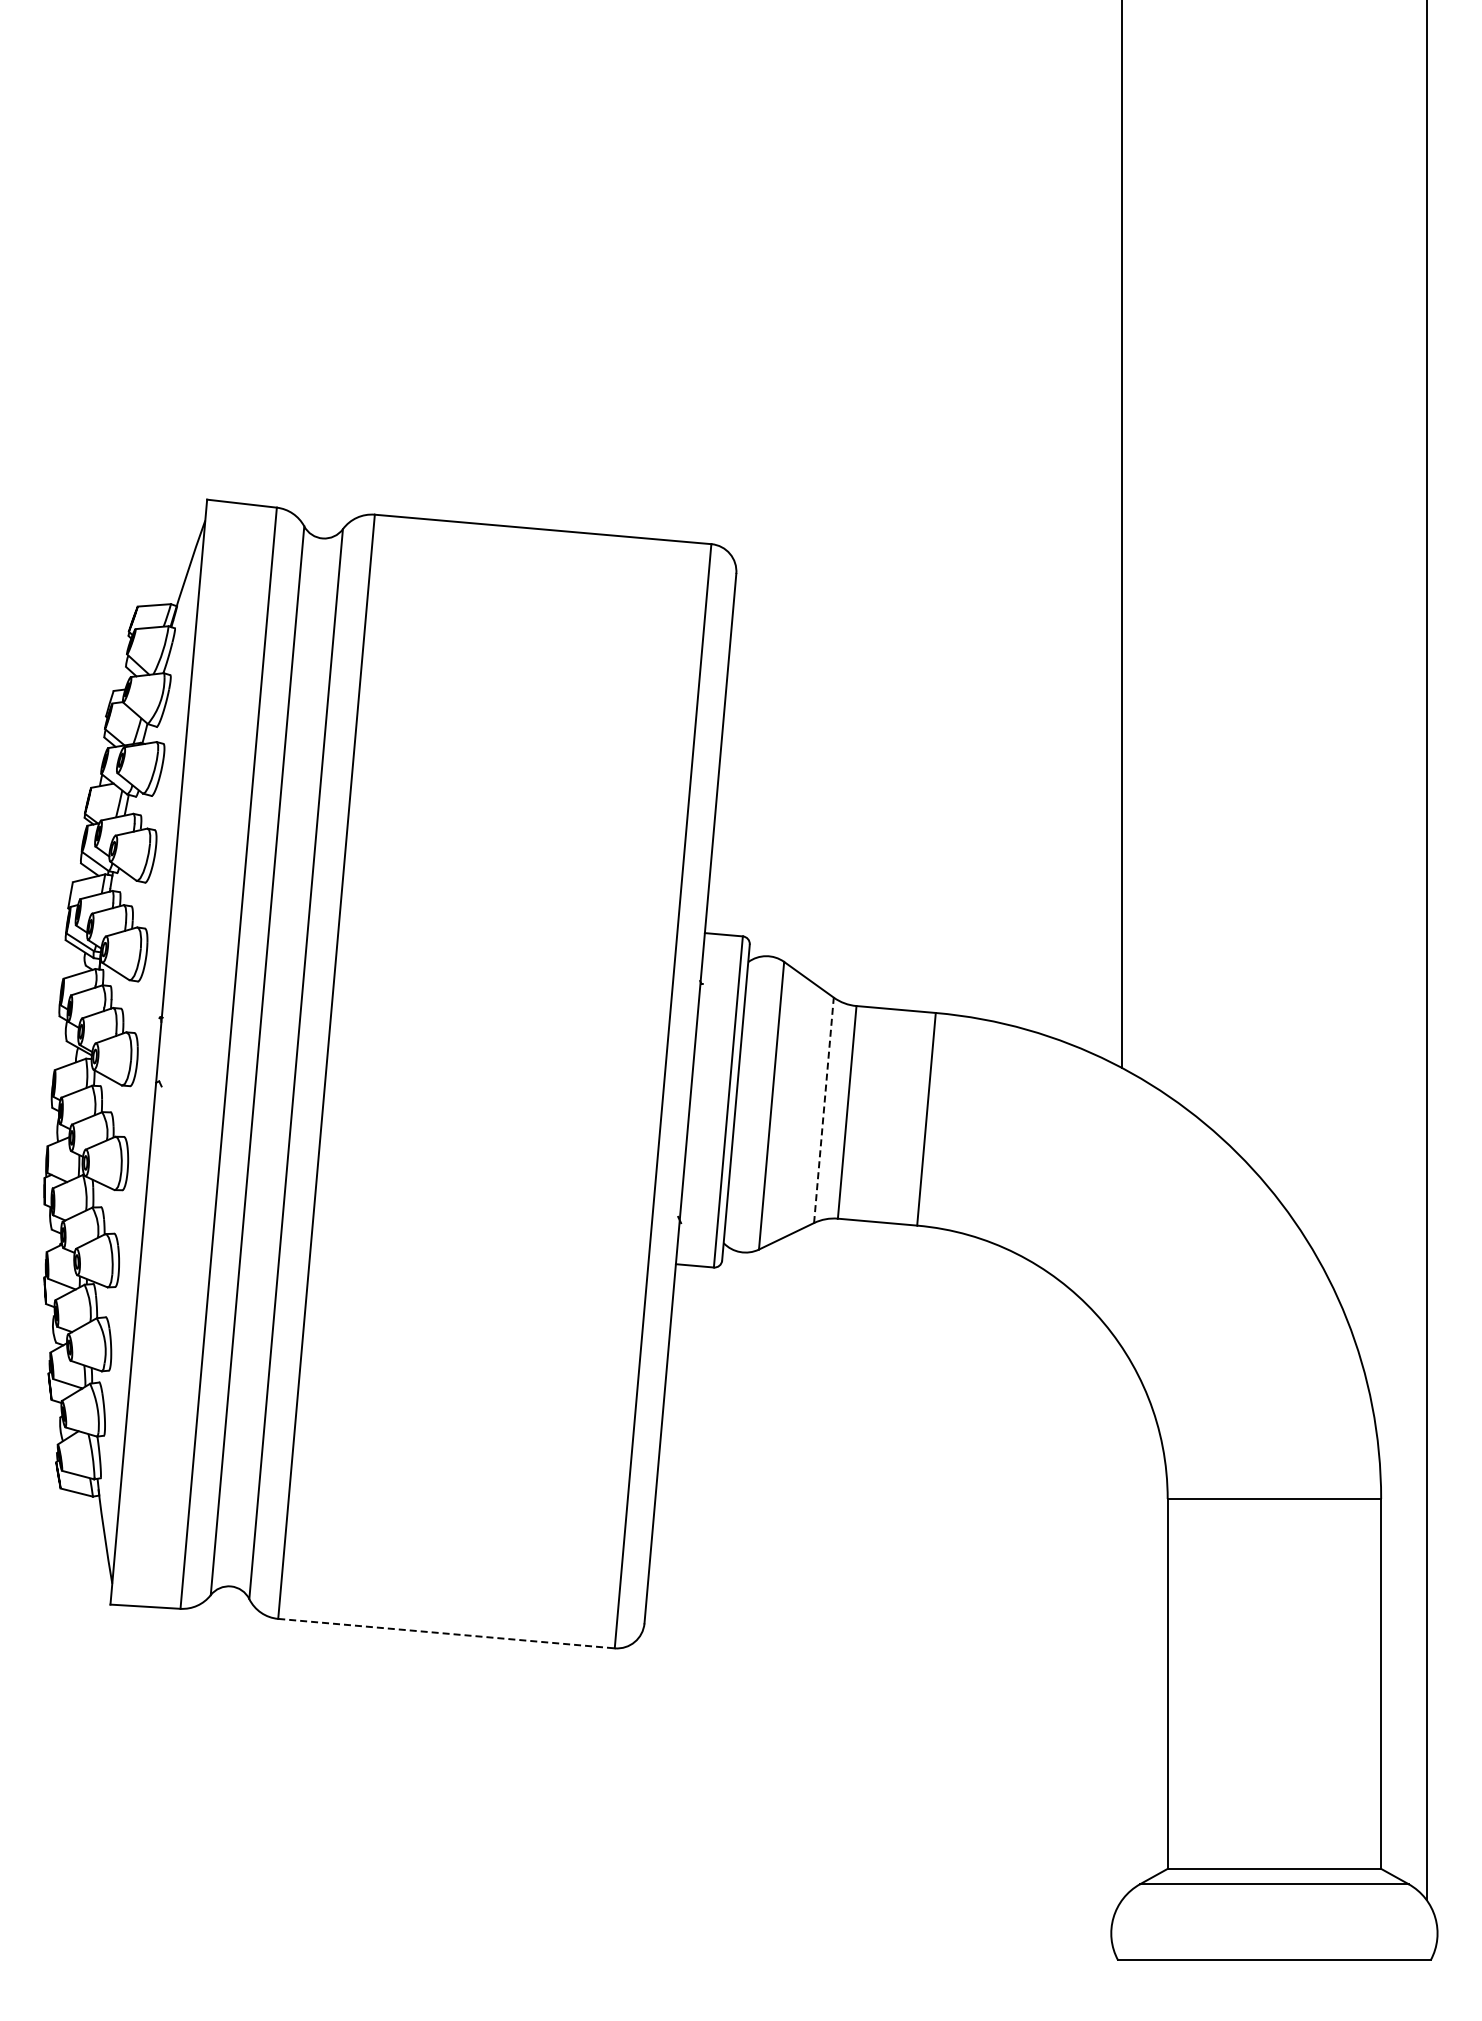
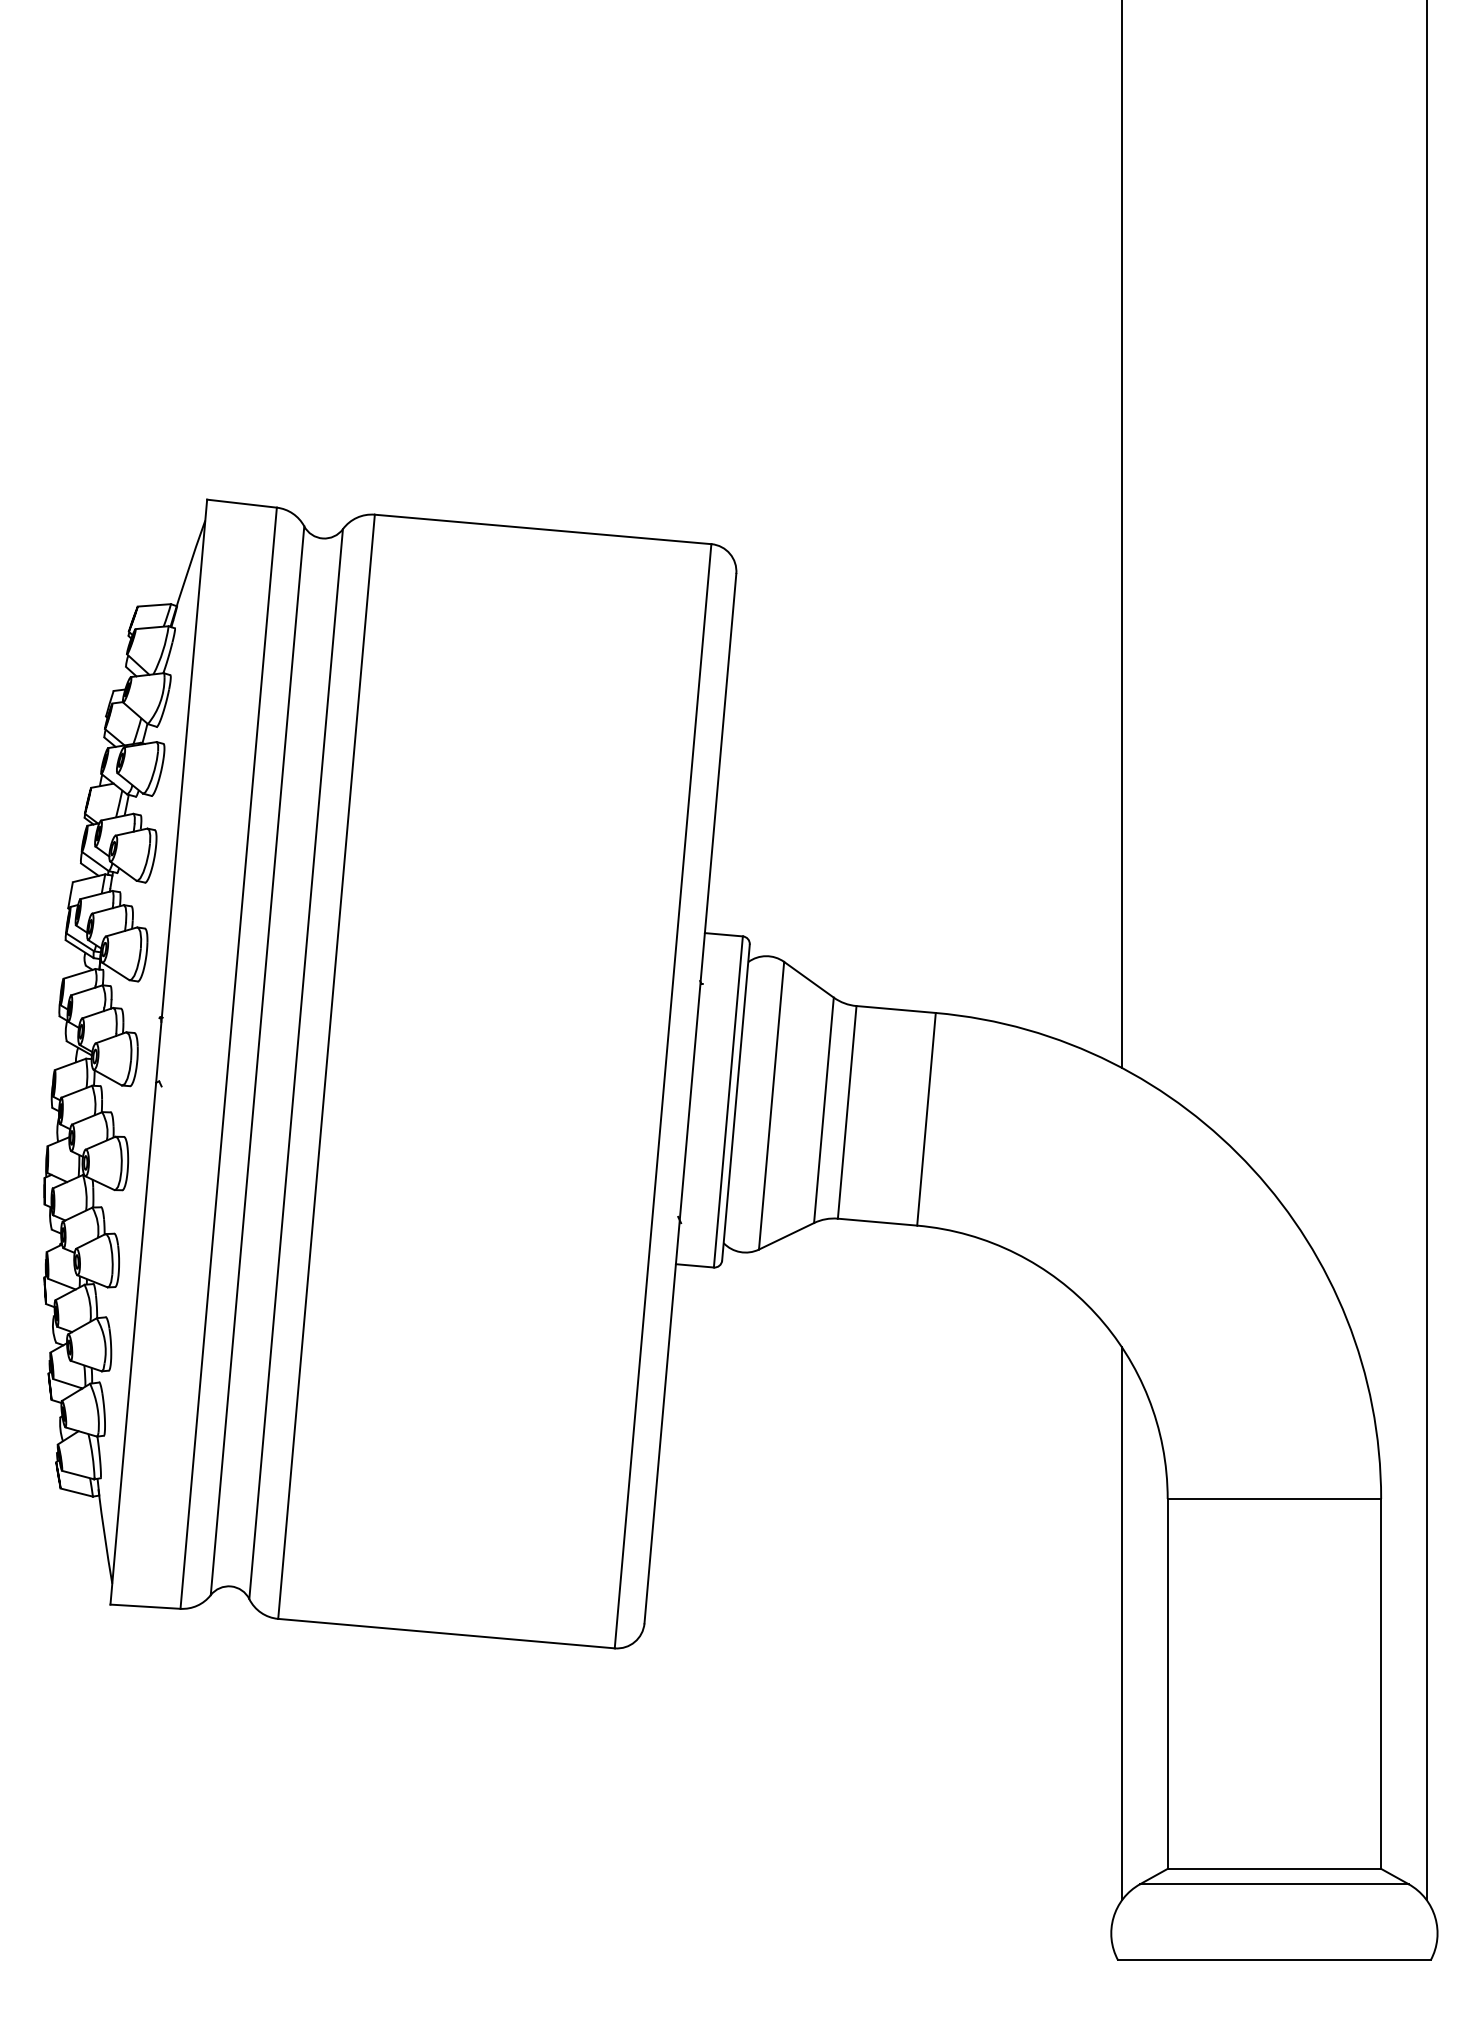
line at (823, 1109): dashed -> solid
line at (1121, 1623): none -> present
line at (446, 1633): dashed -> solid
